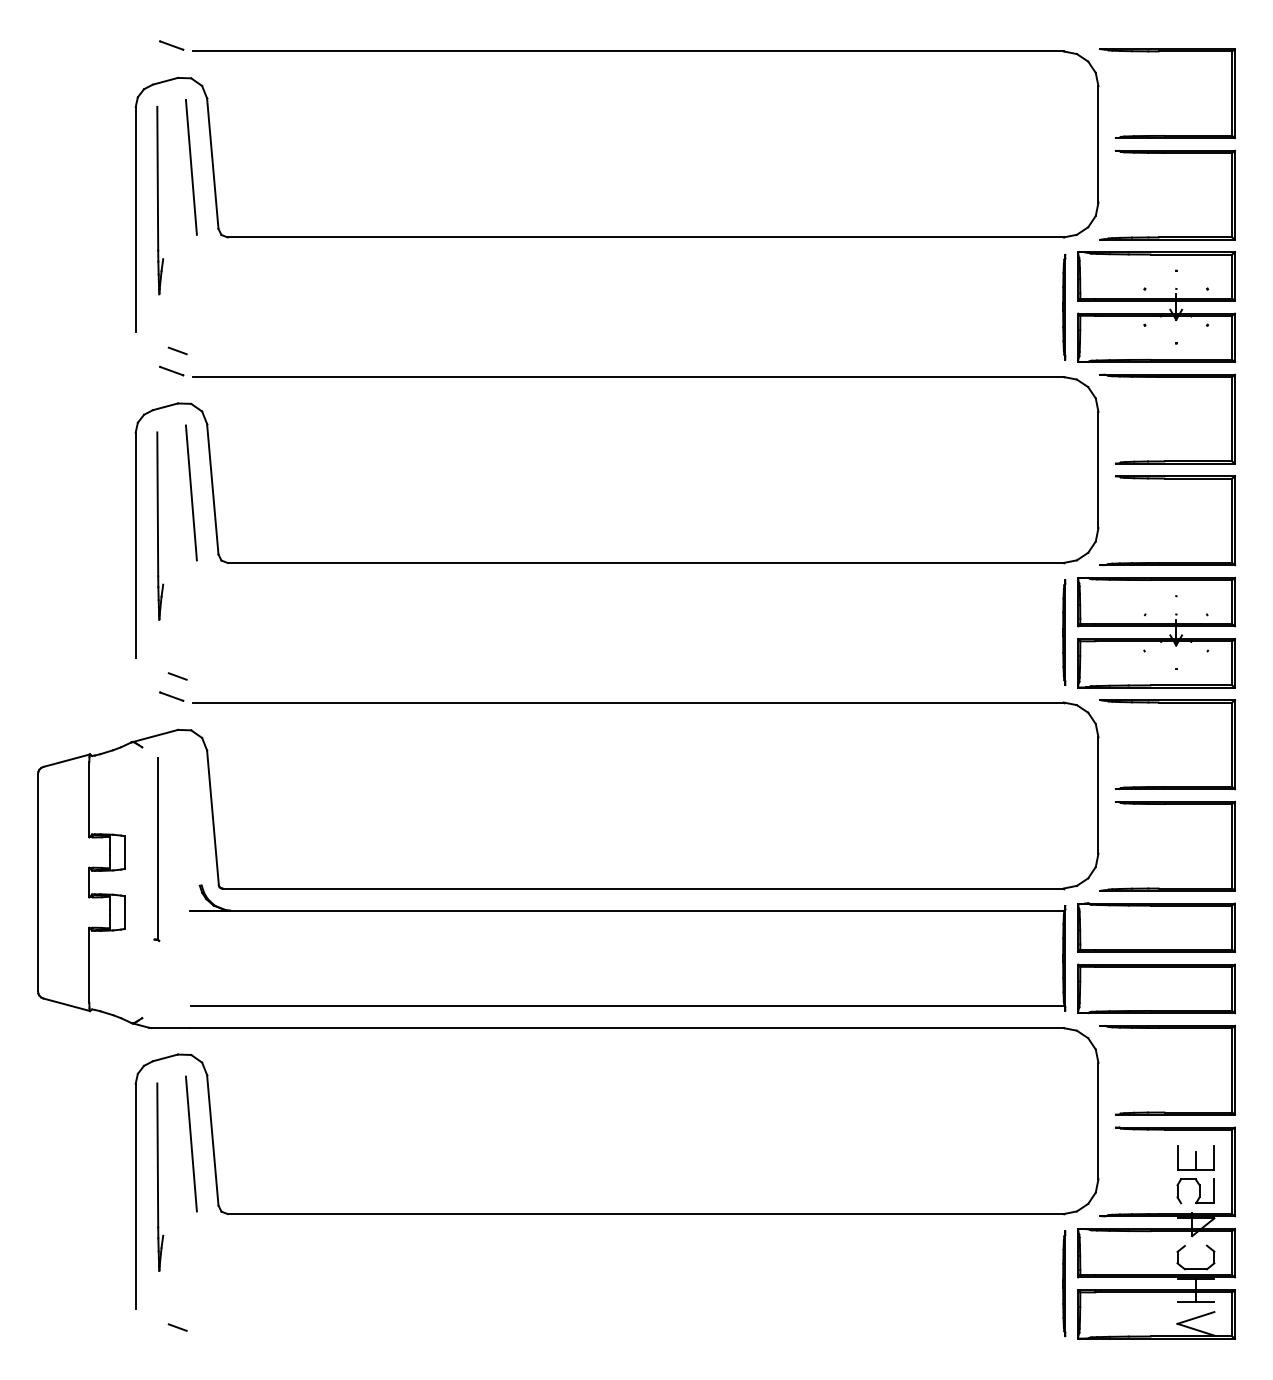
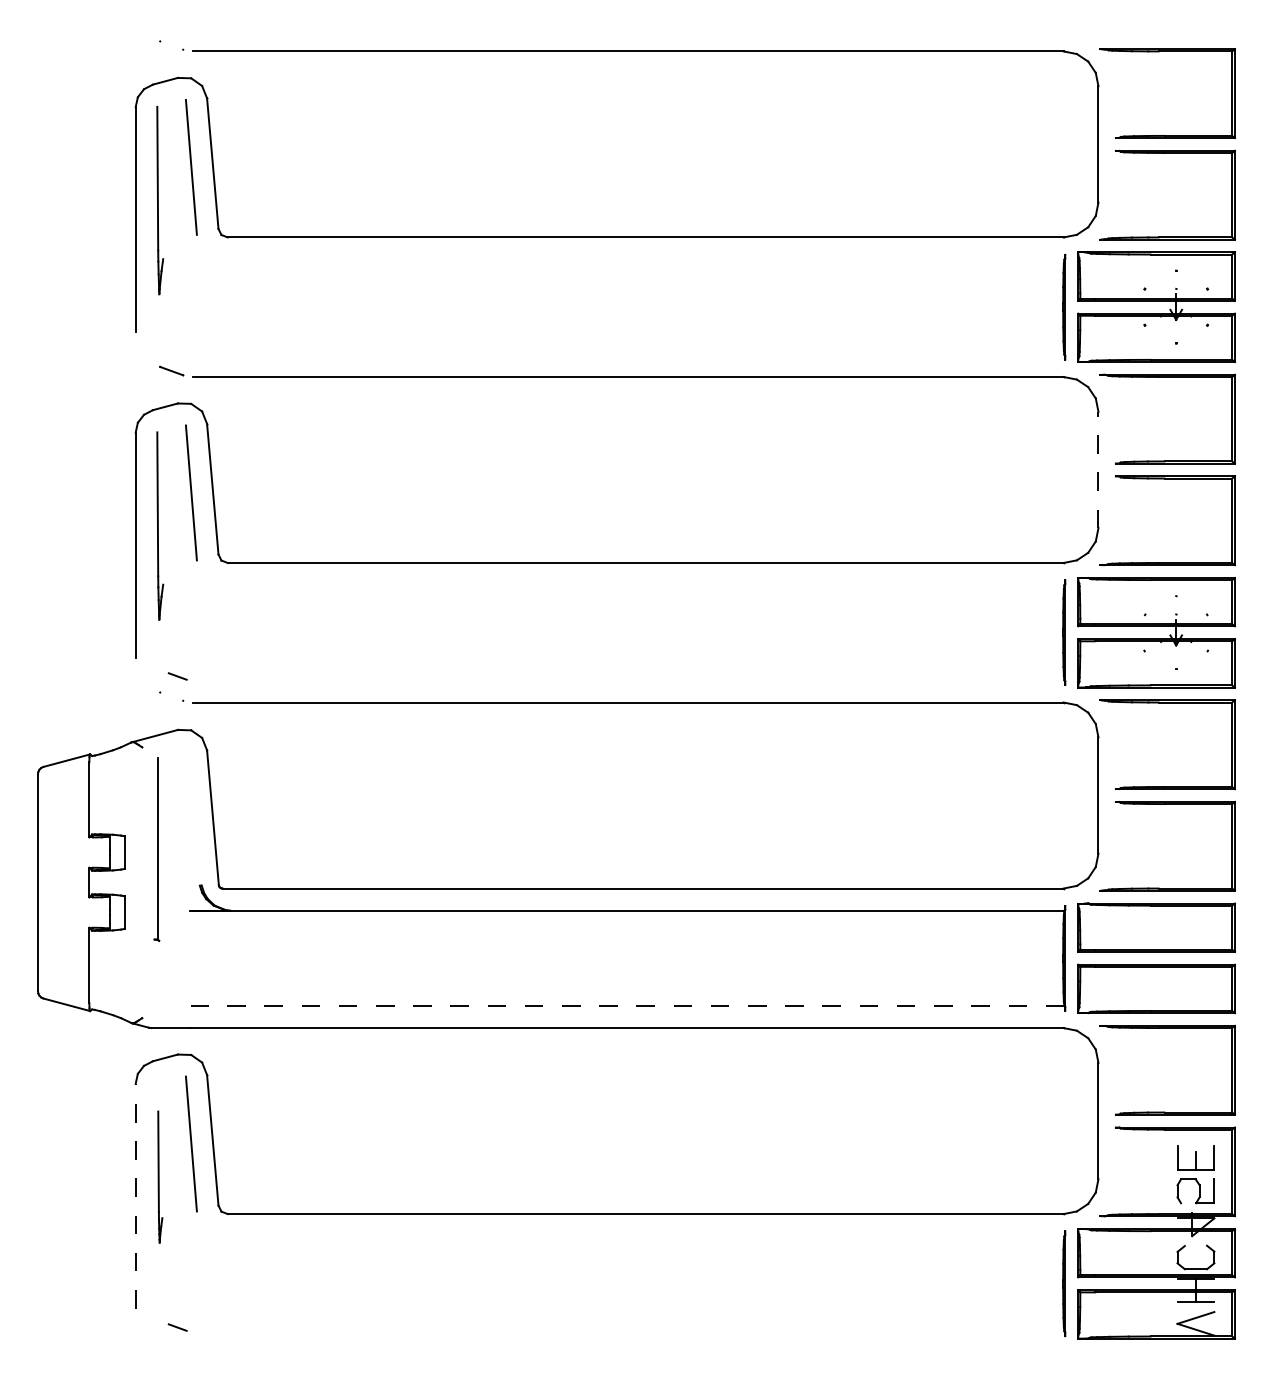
line at (171, 45): present -> none
line at (177, 350): present -> none
line at (1098, 469): solid -> dashed
line at (171, 696): present -> none
line at (627, 1005): solid -> dashed
part at (160, 1176) size: 9x190 px -> 7x134 px
line at (135, 1195): solid -> dashed
